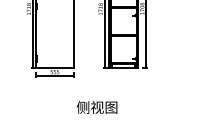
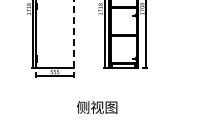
line at (74, 34): solid -> dashed
